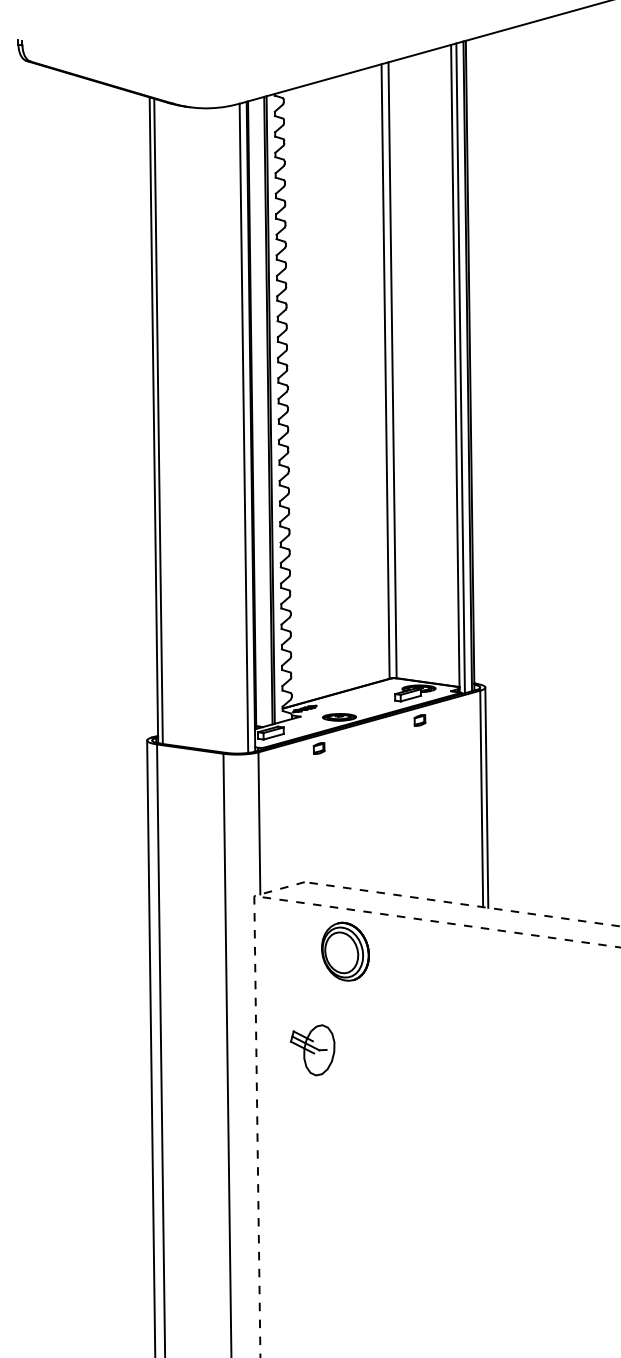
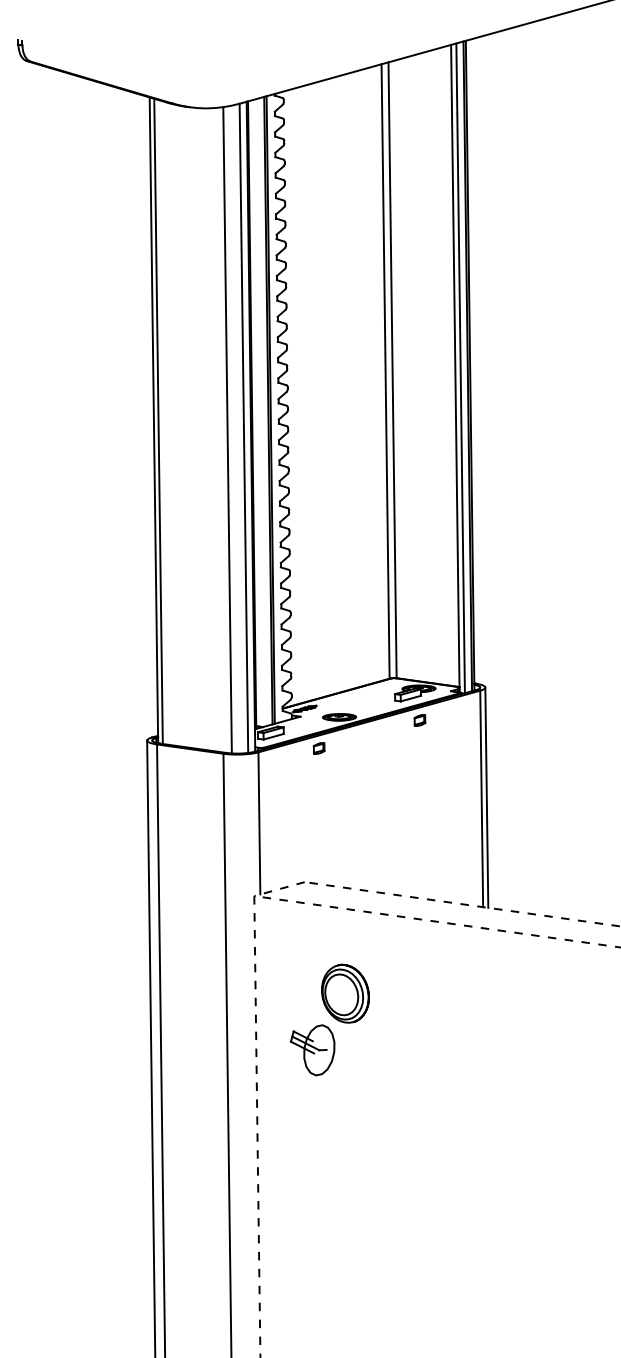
line at (227, 430): none -> present
part at (345, 951) position: (345, 951) -> (345, 993)
